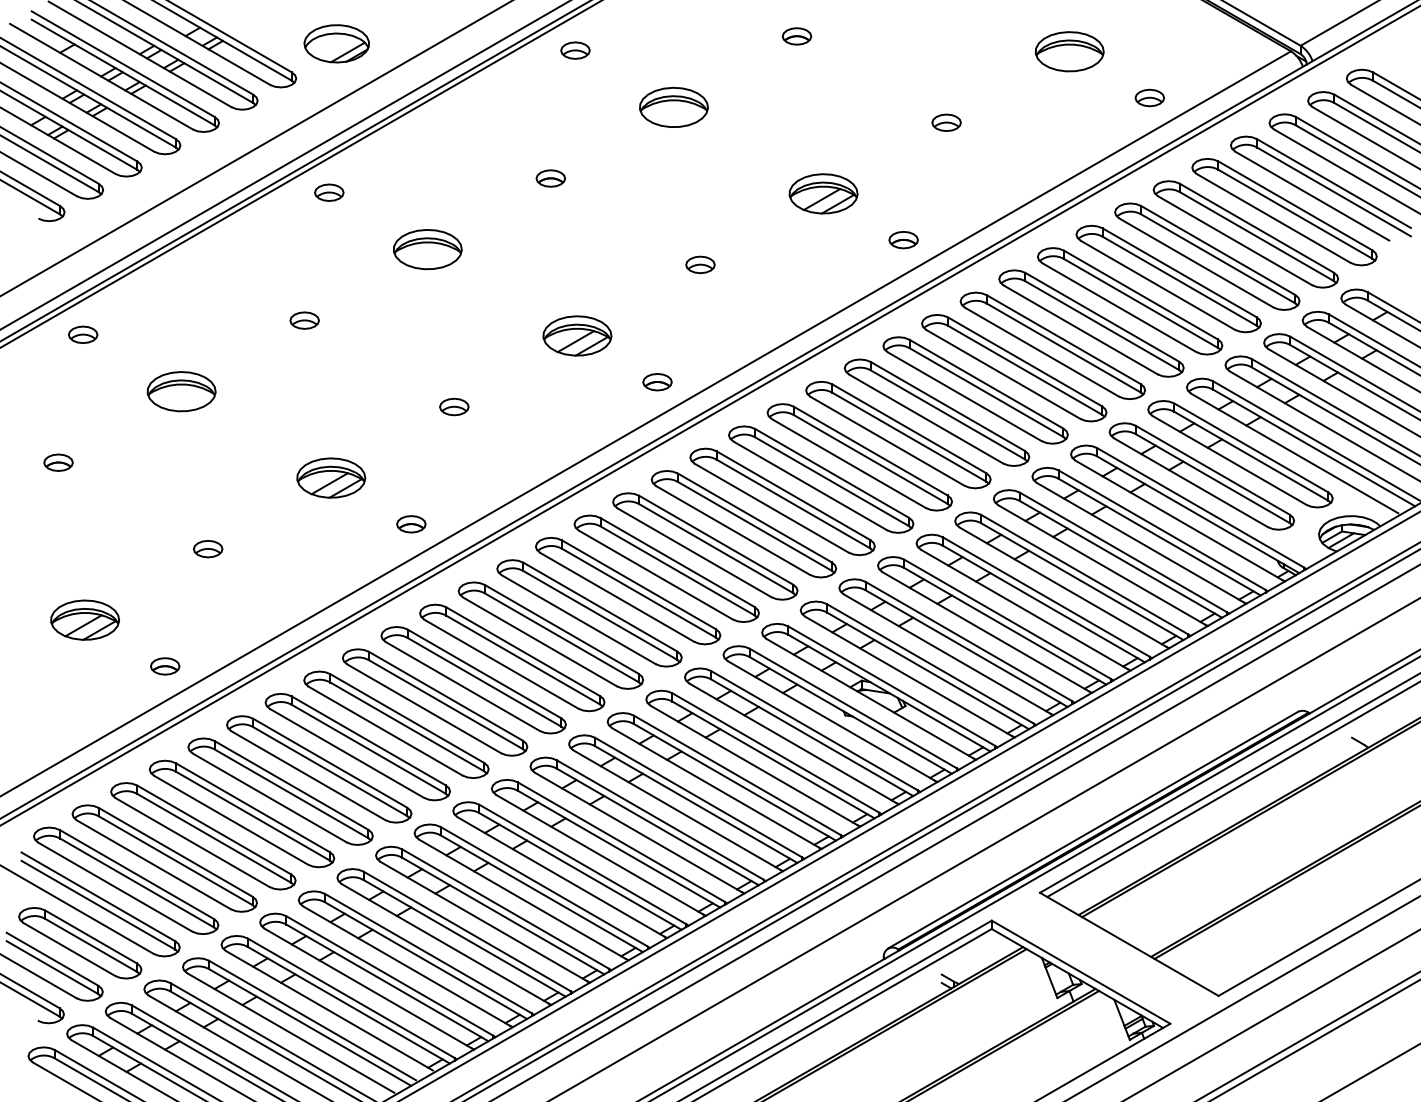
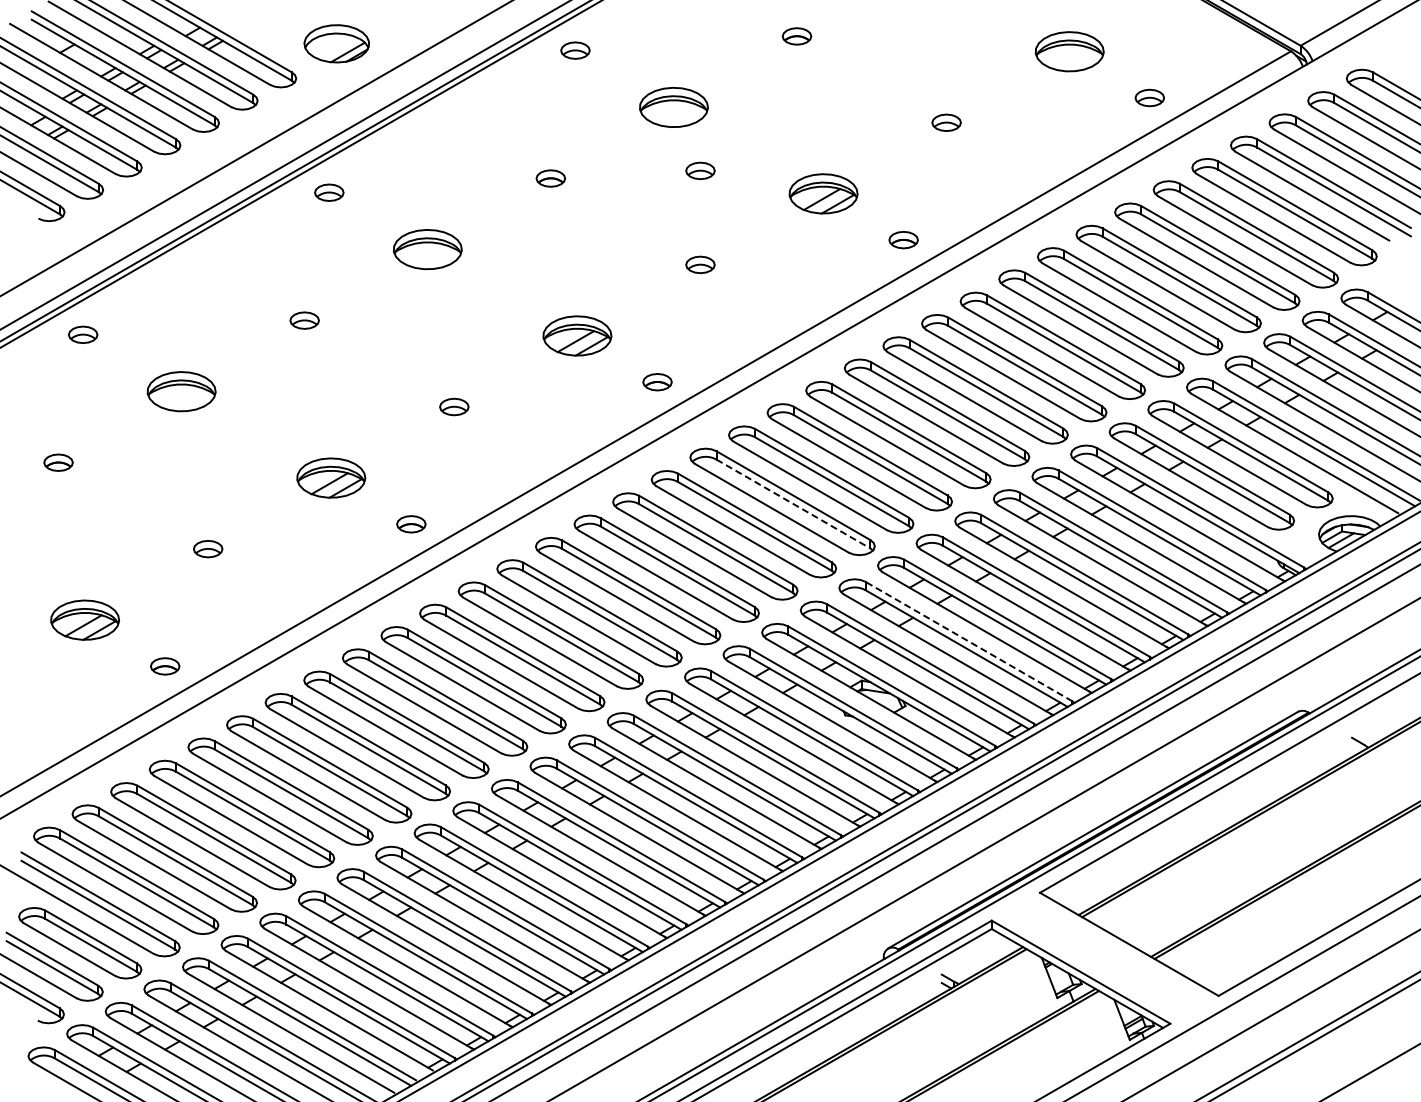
part at (700, 170): none -> present
line at (709, 415): present -> none
line at (793, 504): solid -> dashed
line at (968, 641): solid -> dashed
line at (1232, 789): present -> none
